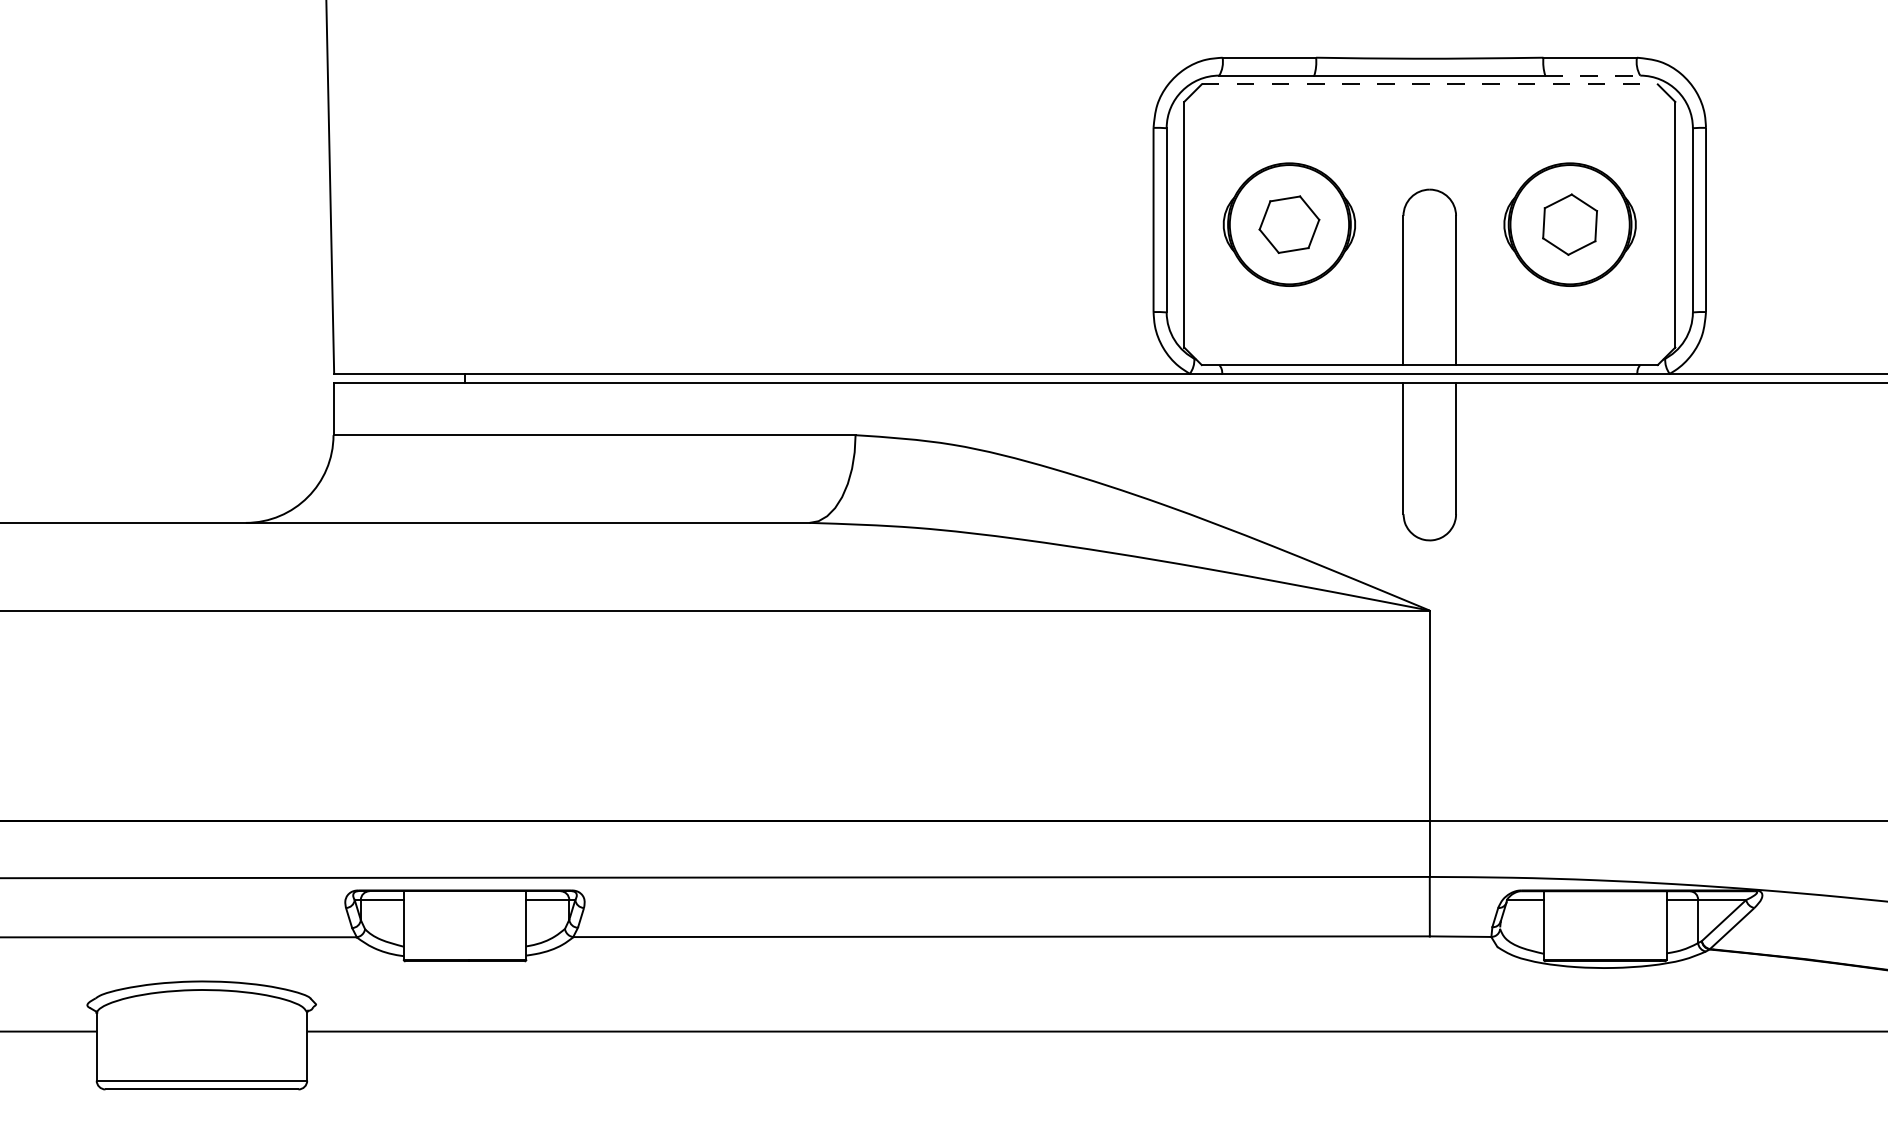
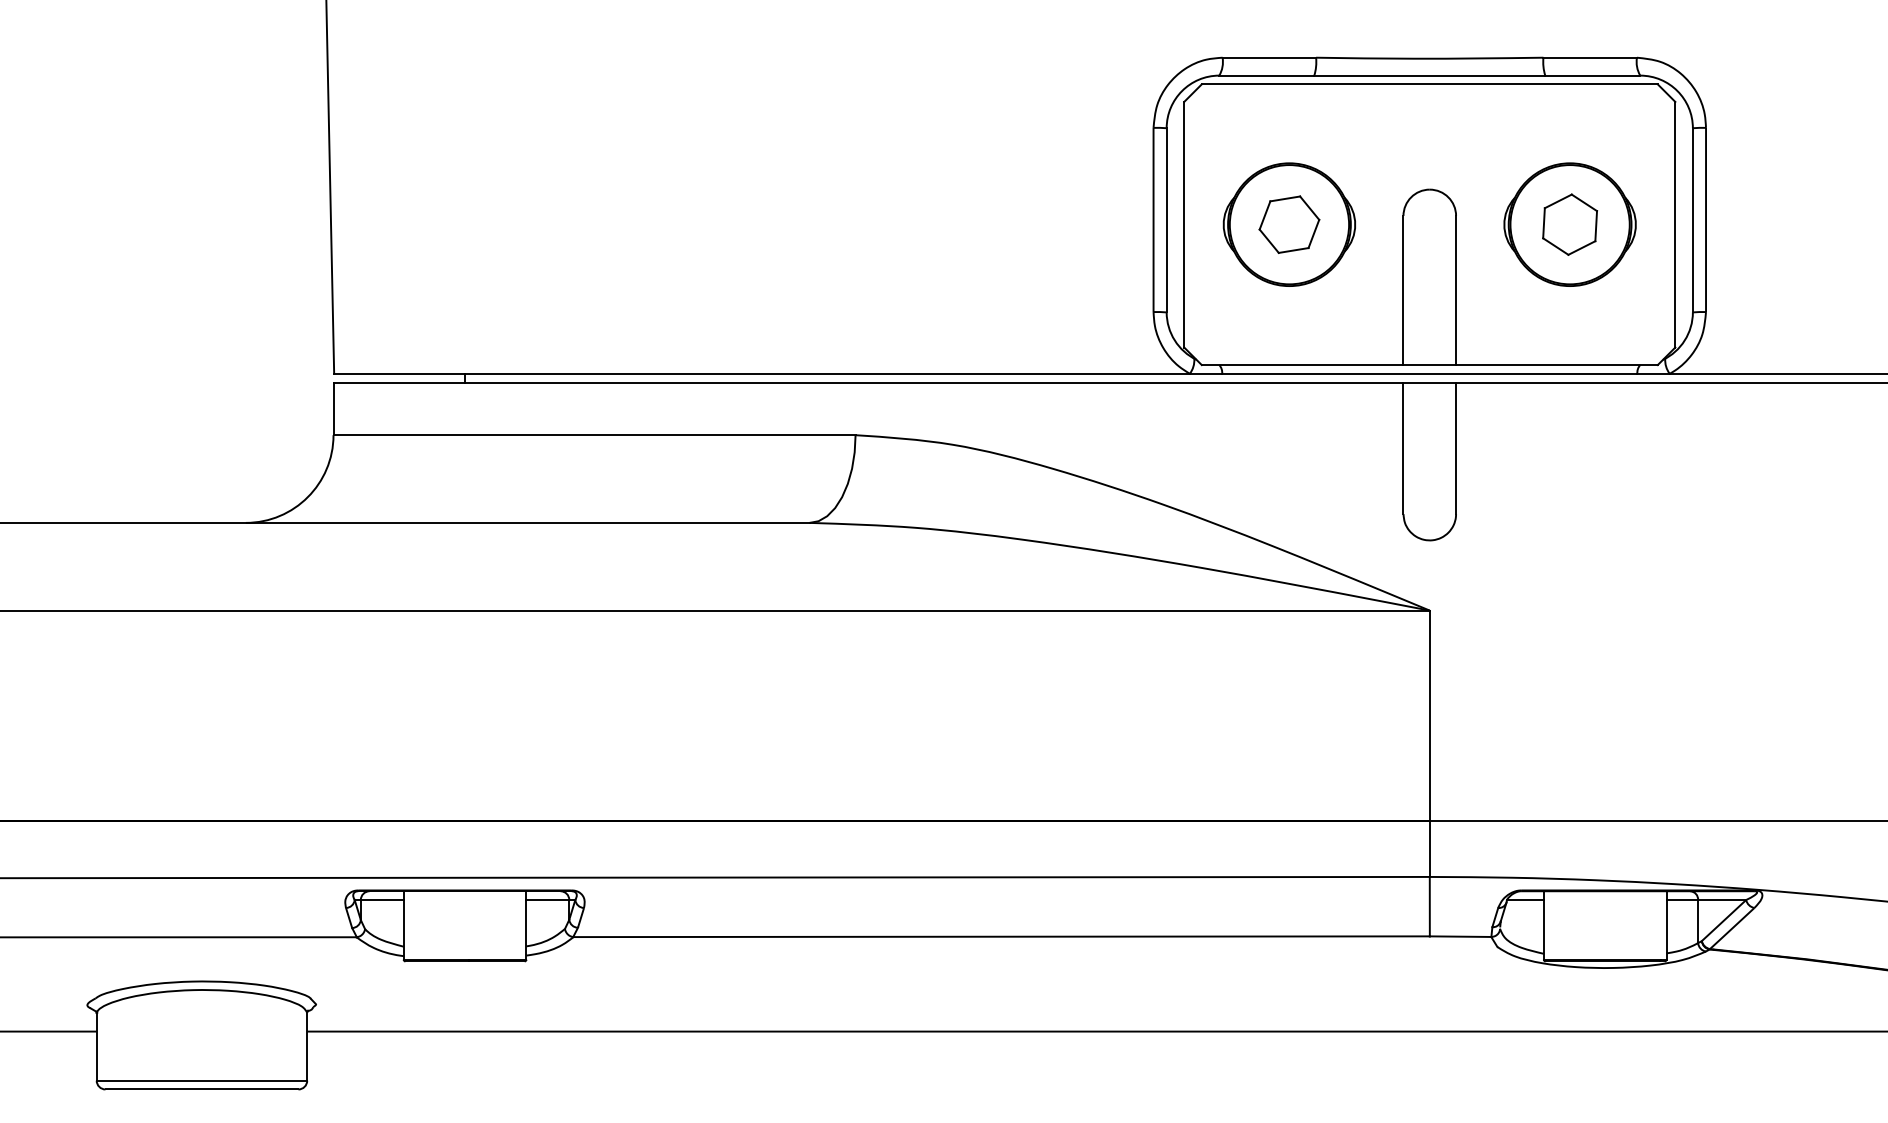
line at (1592, 75): dashed -> solid
line at (1430, 84): dashed -> solid
